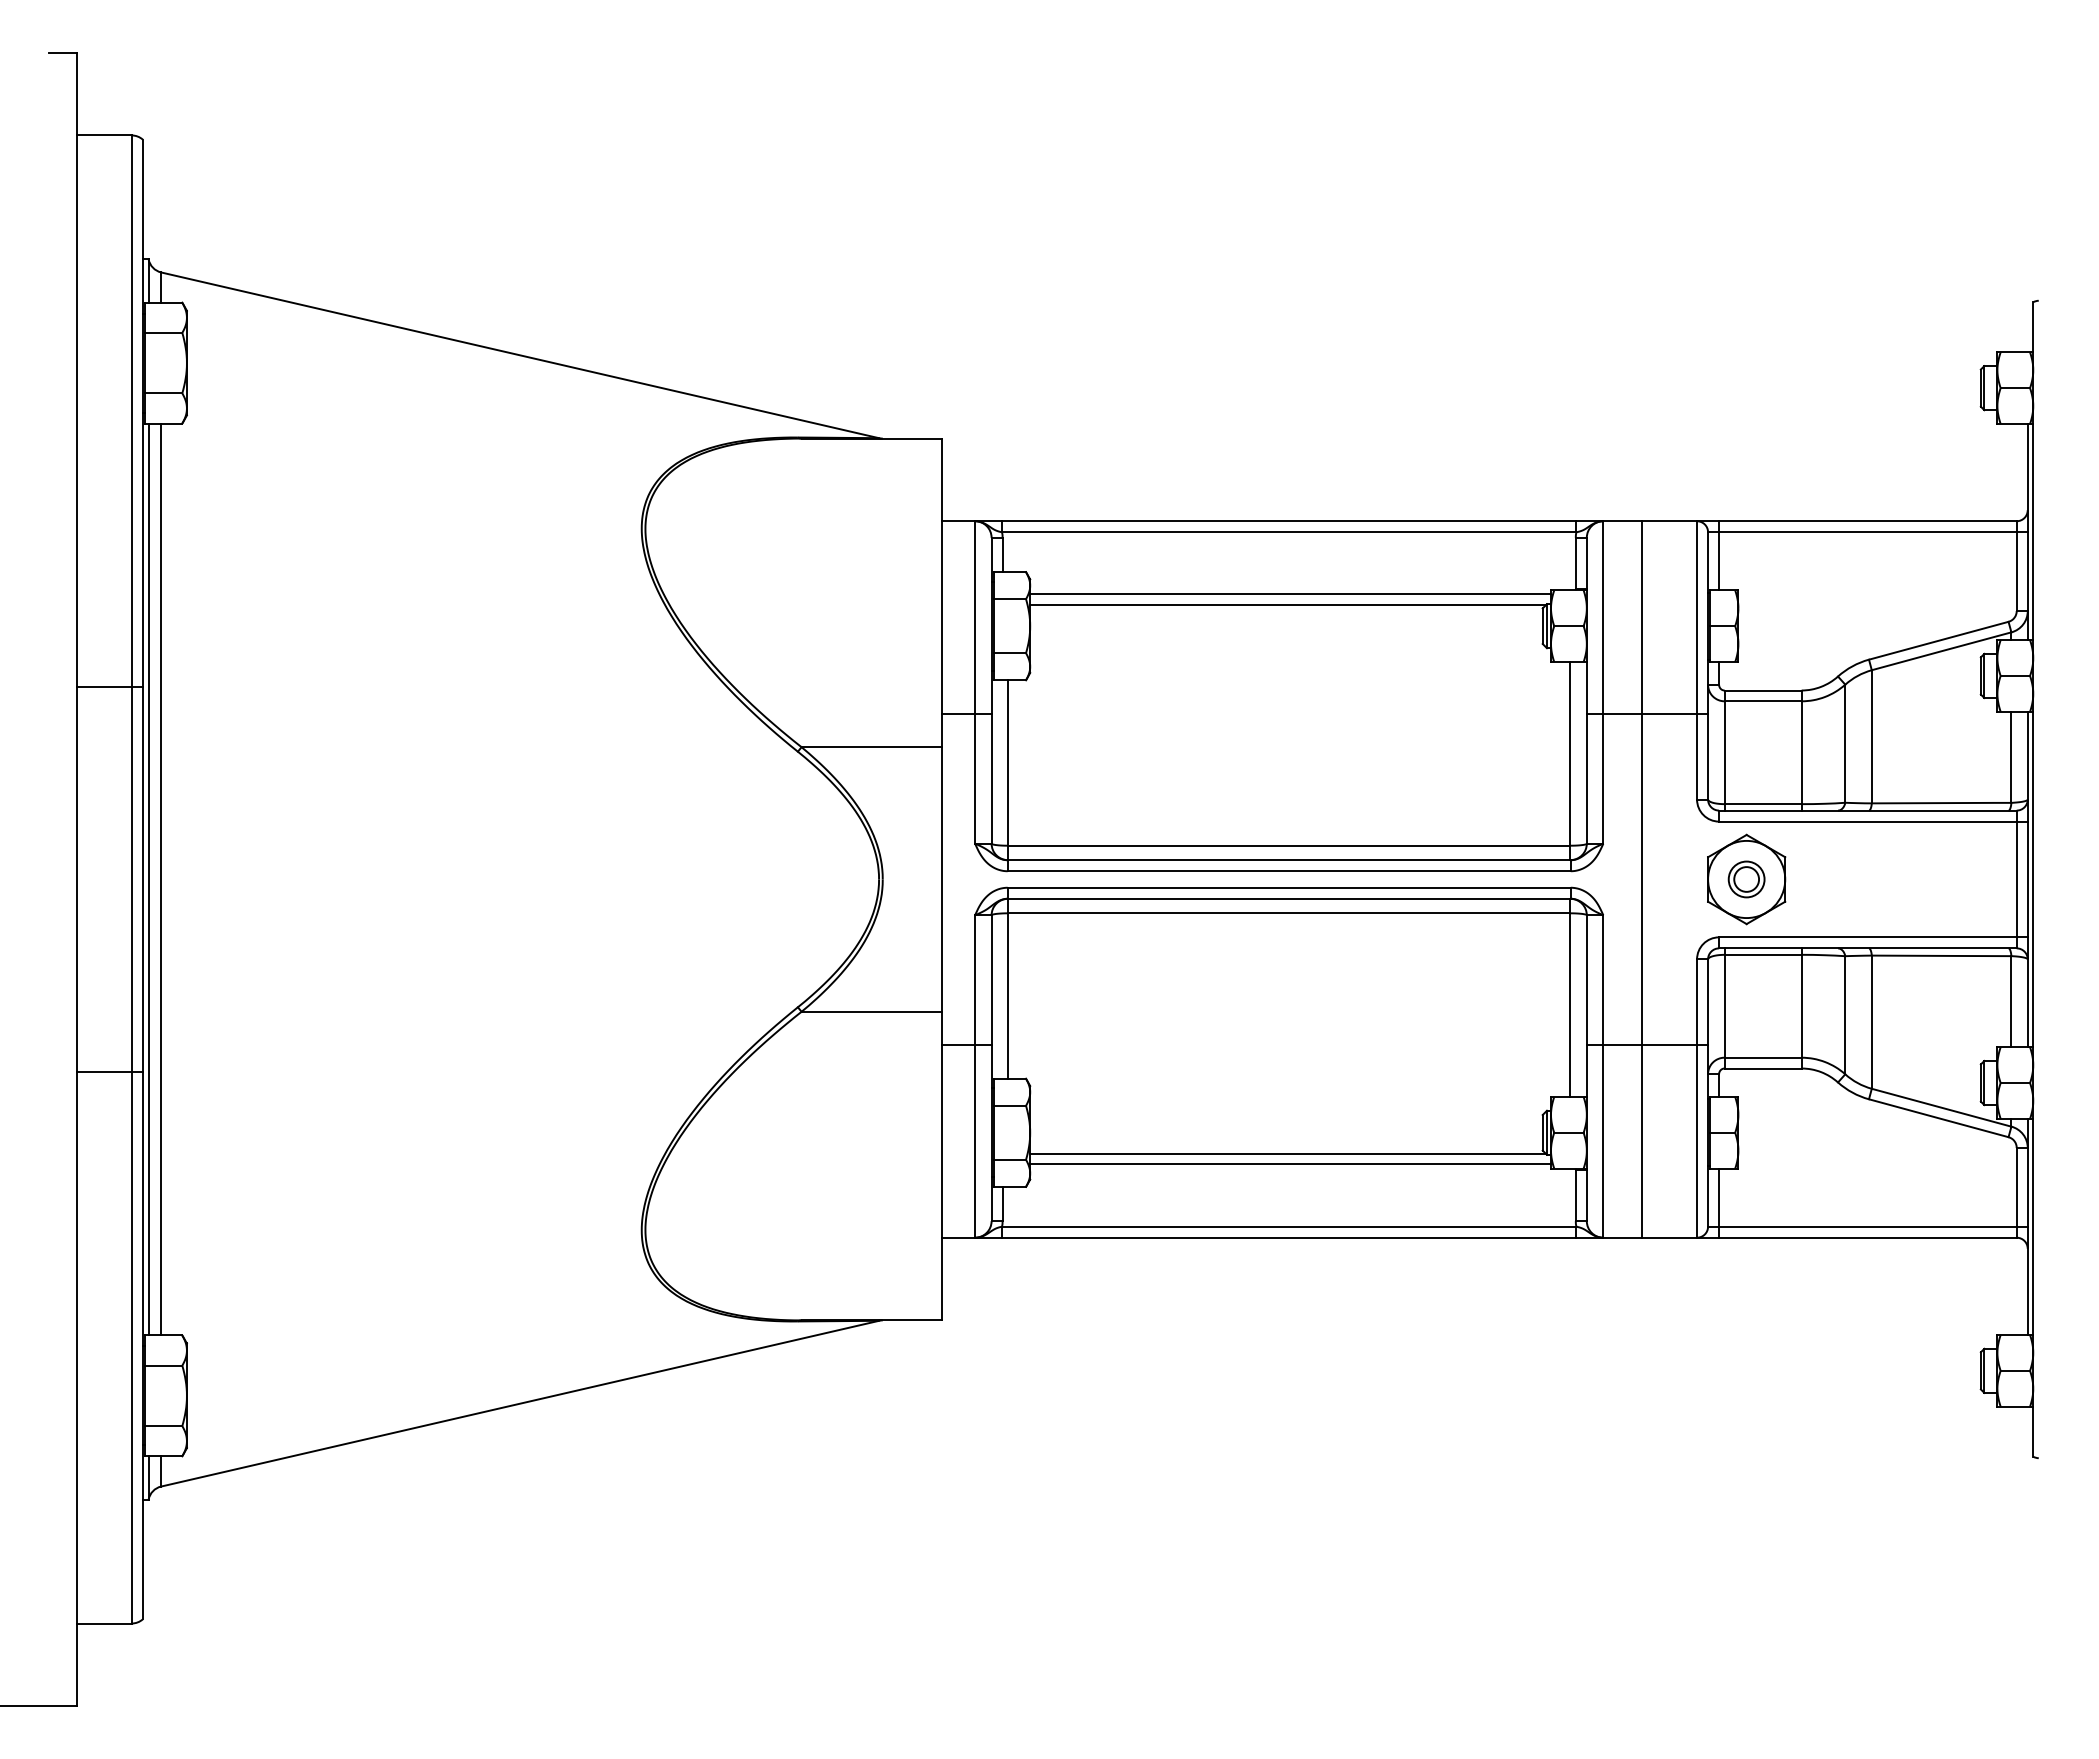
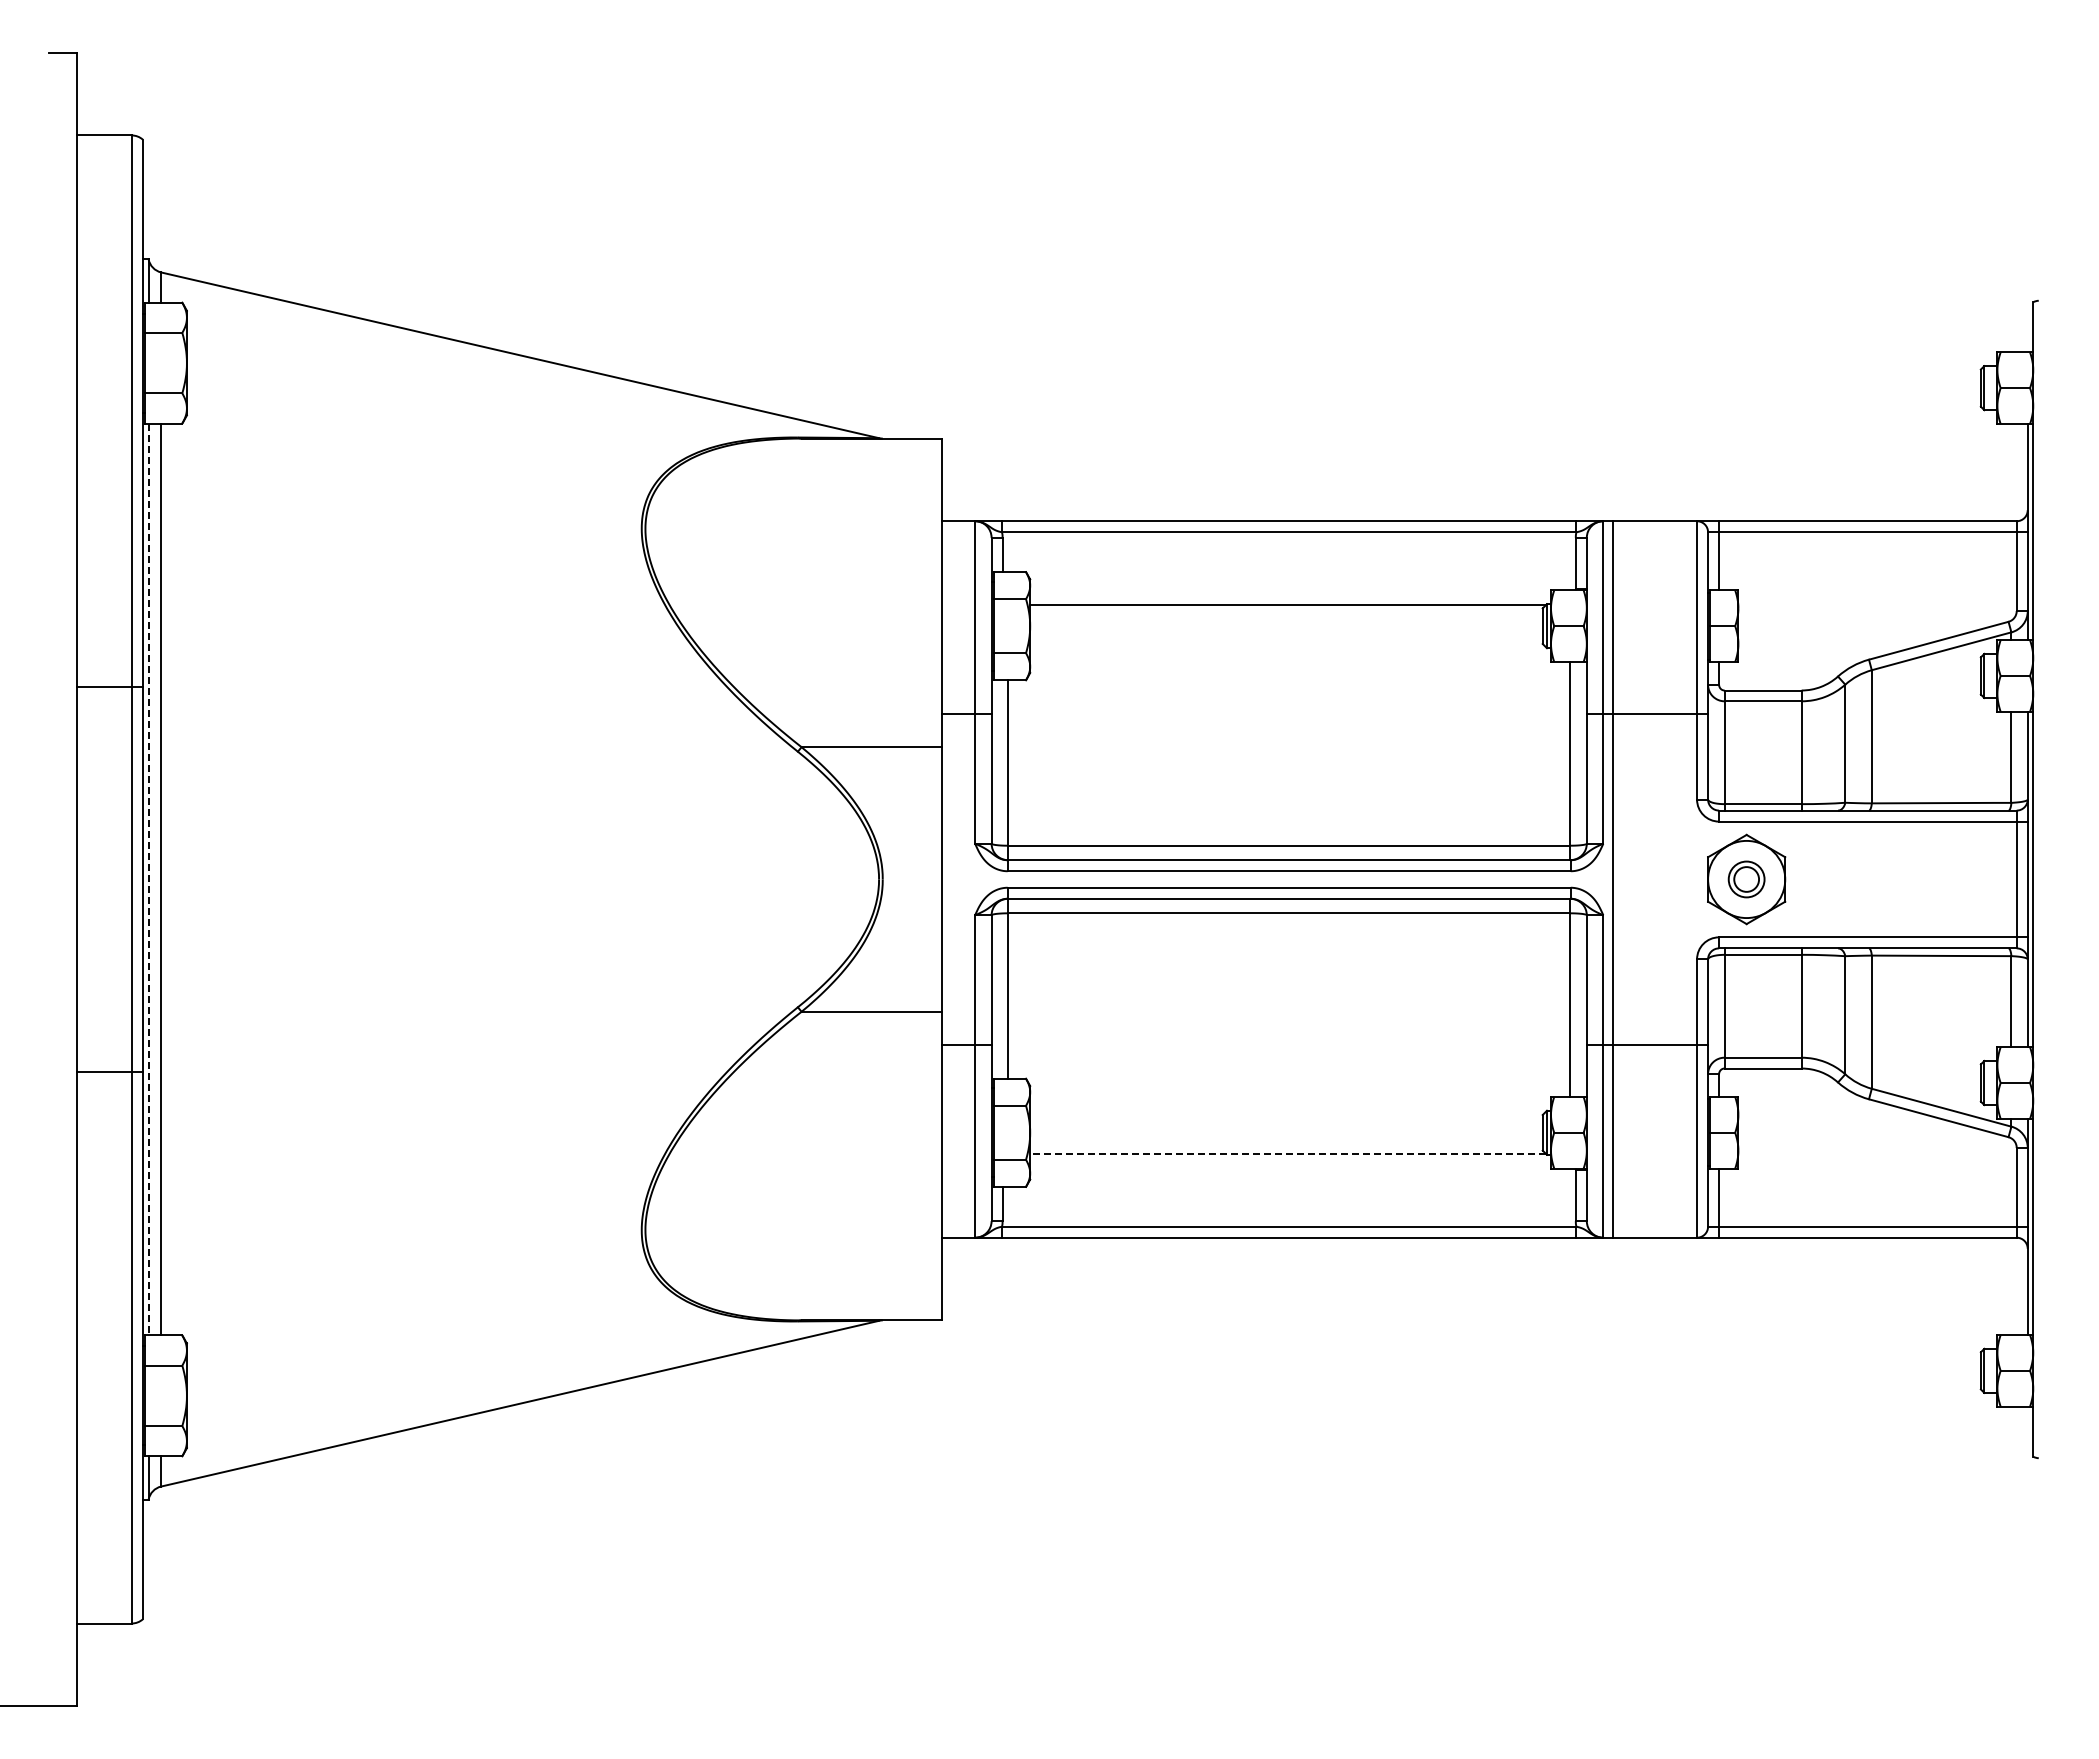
line at (1290, 594): present -> none
line at (148, 879): solid -> dashed
line at (1641, 879) position: (1641, 879) -> (1612, 879)
line at (1287, 1153): solid -> dashed
line at (1290, 1164): present -> none
